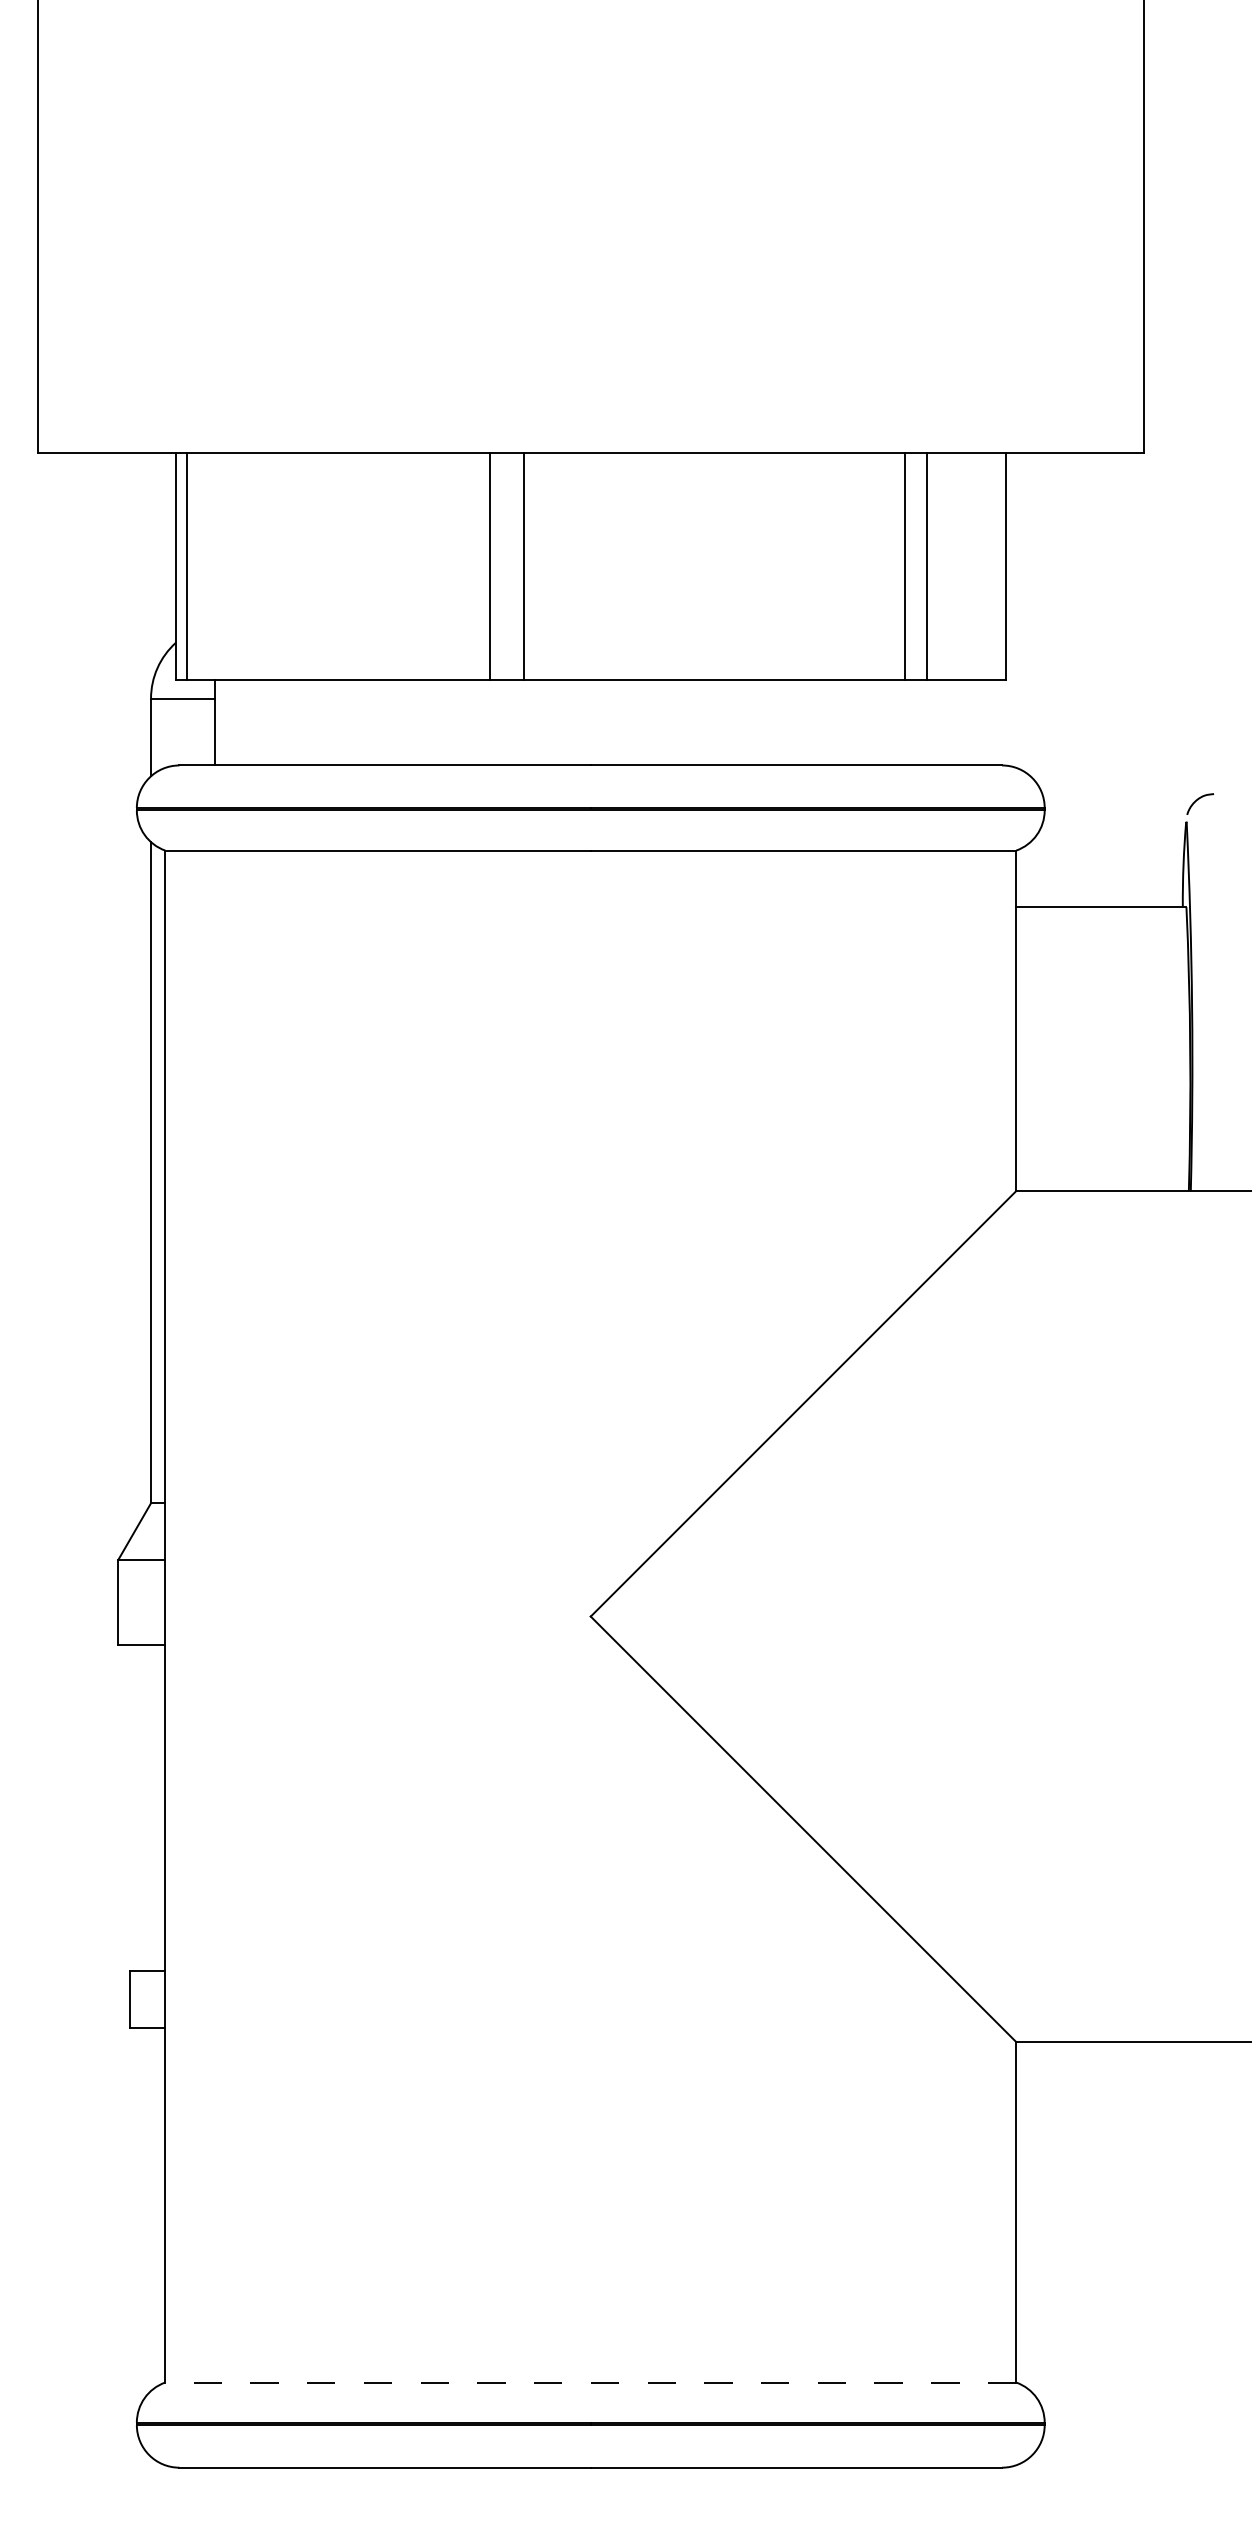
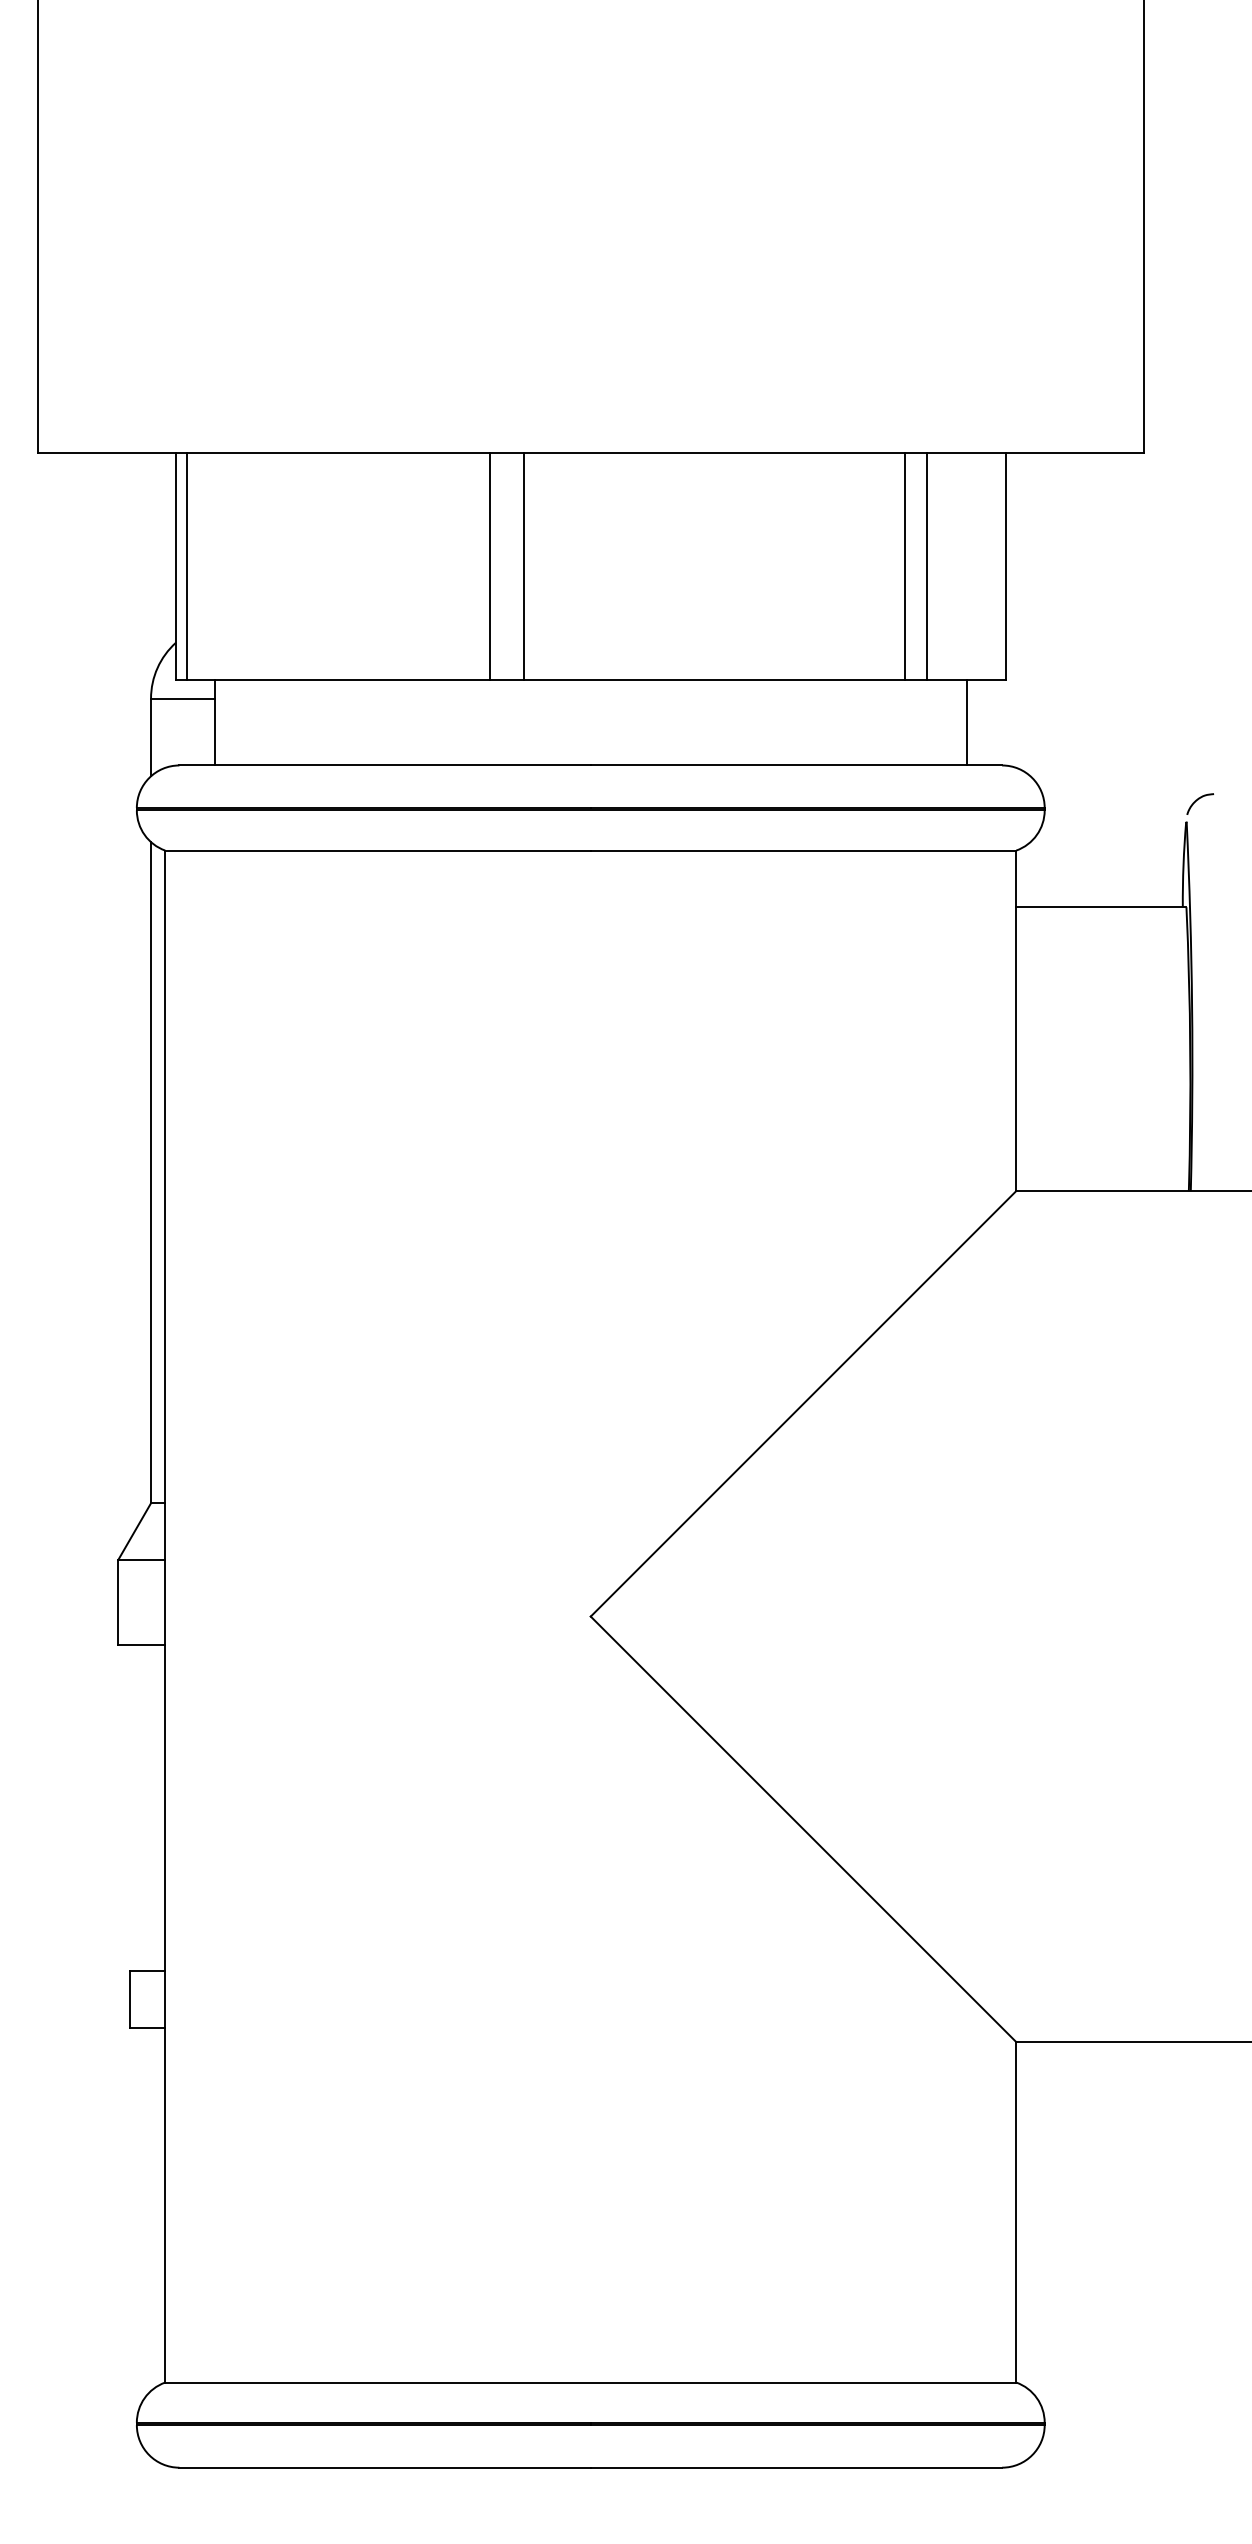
line at (966, 722): none -> present
line at (590, 2382): dashed -> solid
